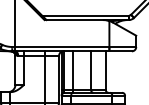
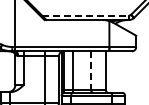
line at (86, 15): solid -> dashed
line at (91, 71): solid -> dashed
